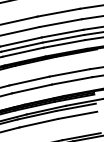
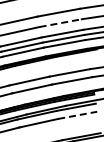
line at (61, 23): solid -> dashed
line at (77, 115): solid -> dashed
